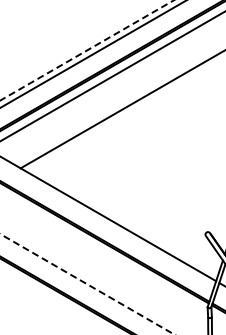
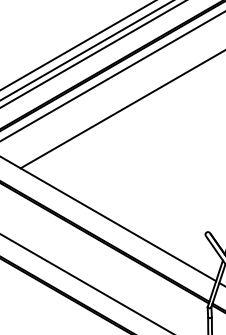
line at (77, 45): none -> present
line at (87, 50): dashed -> solid
line at (87, 284): dashed -> solid
